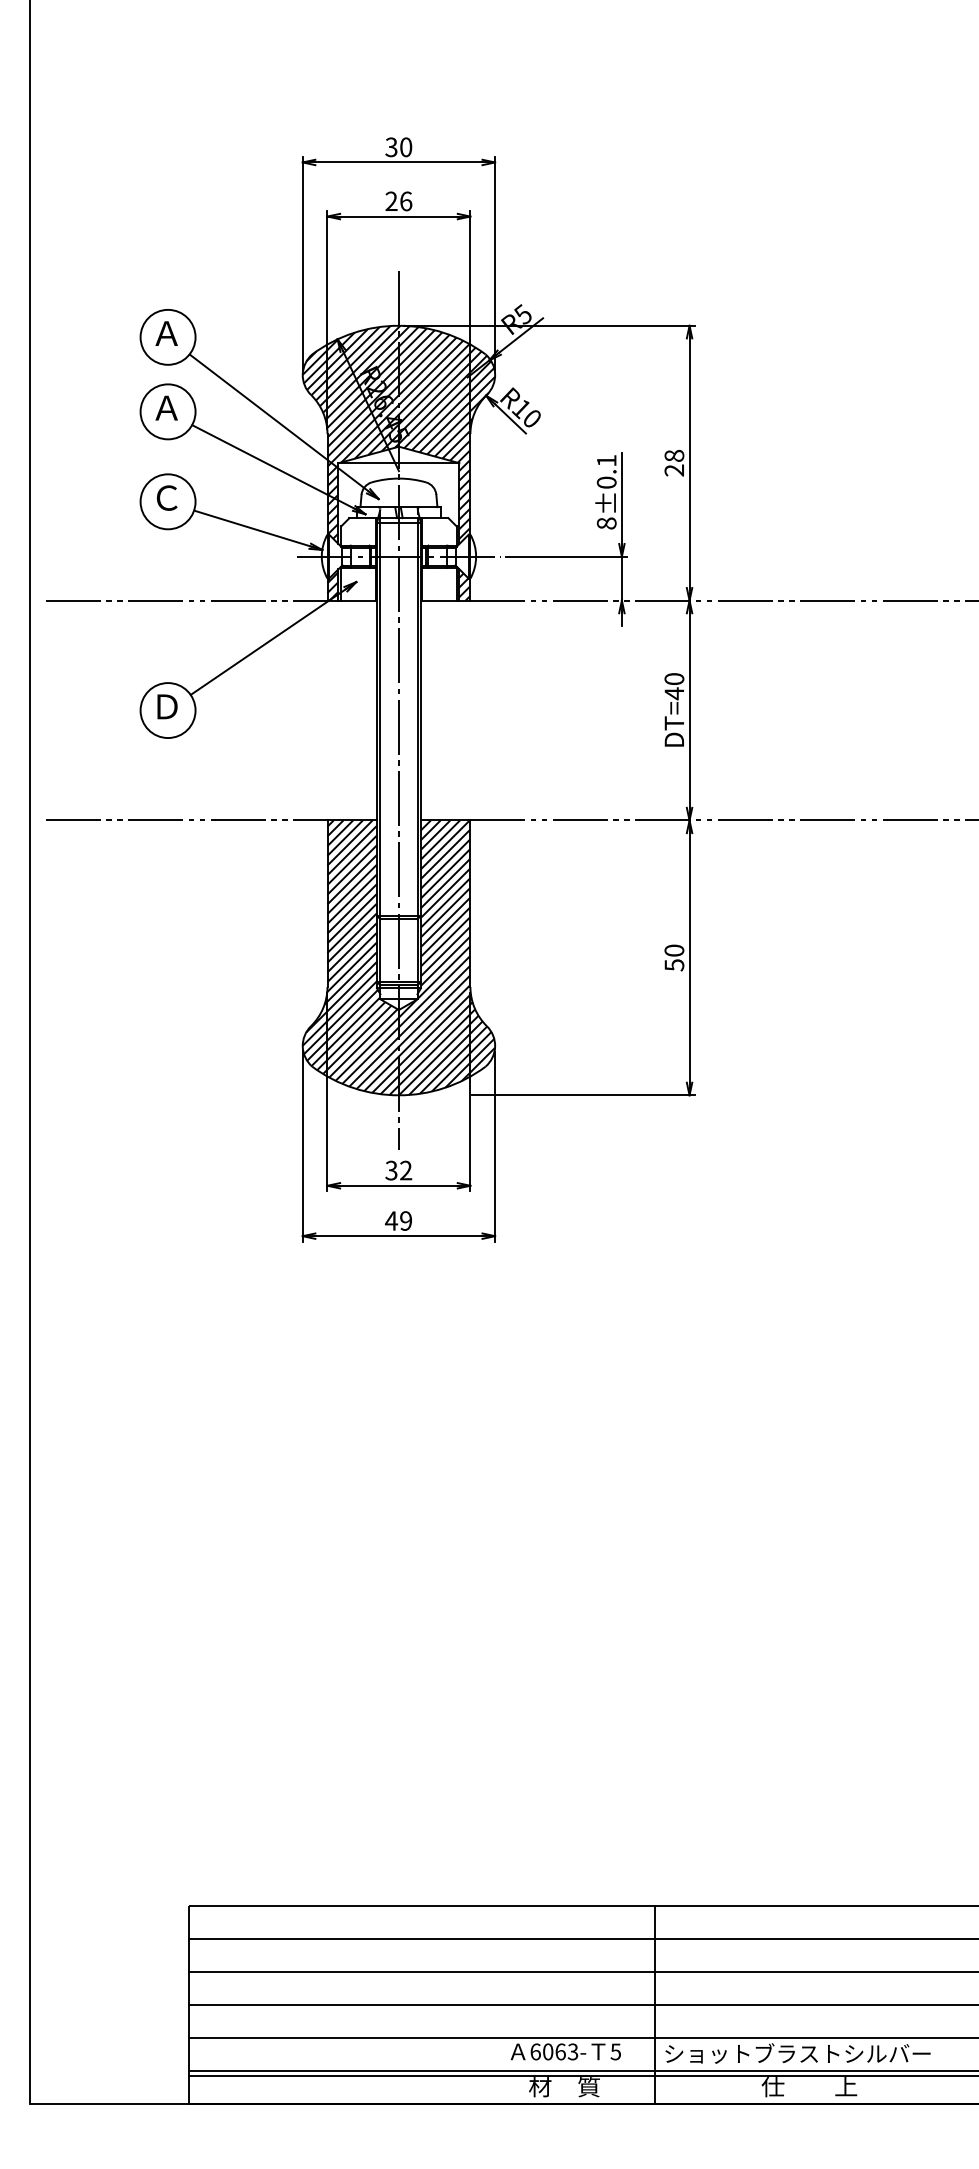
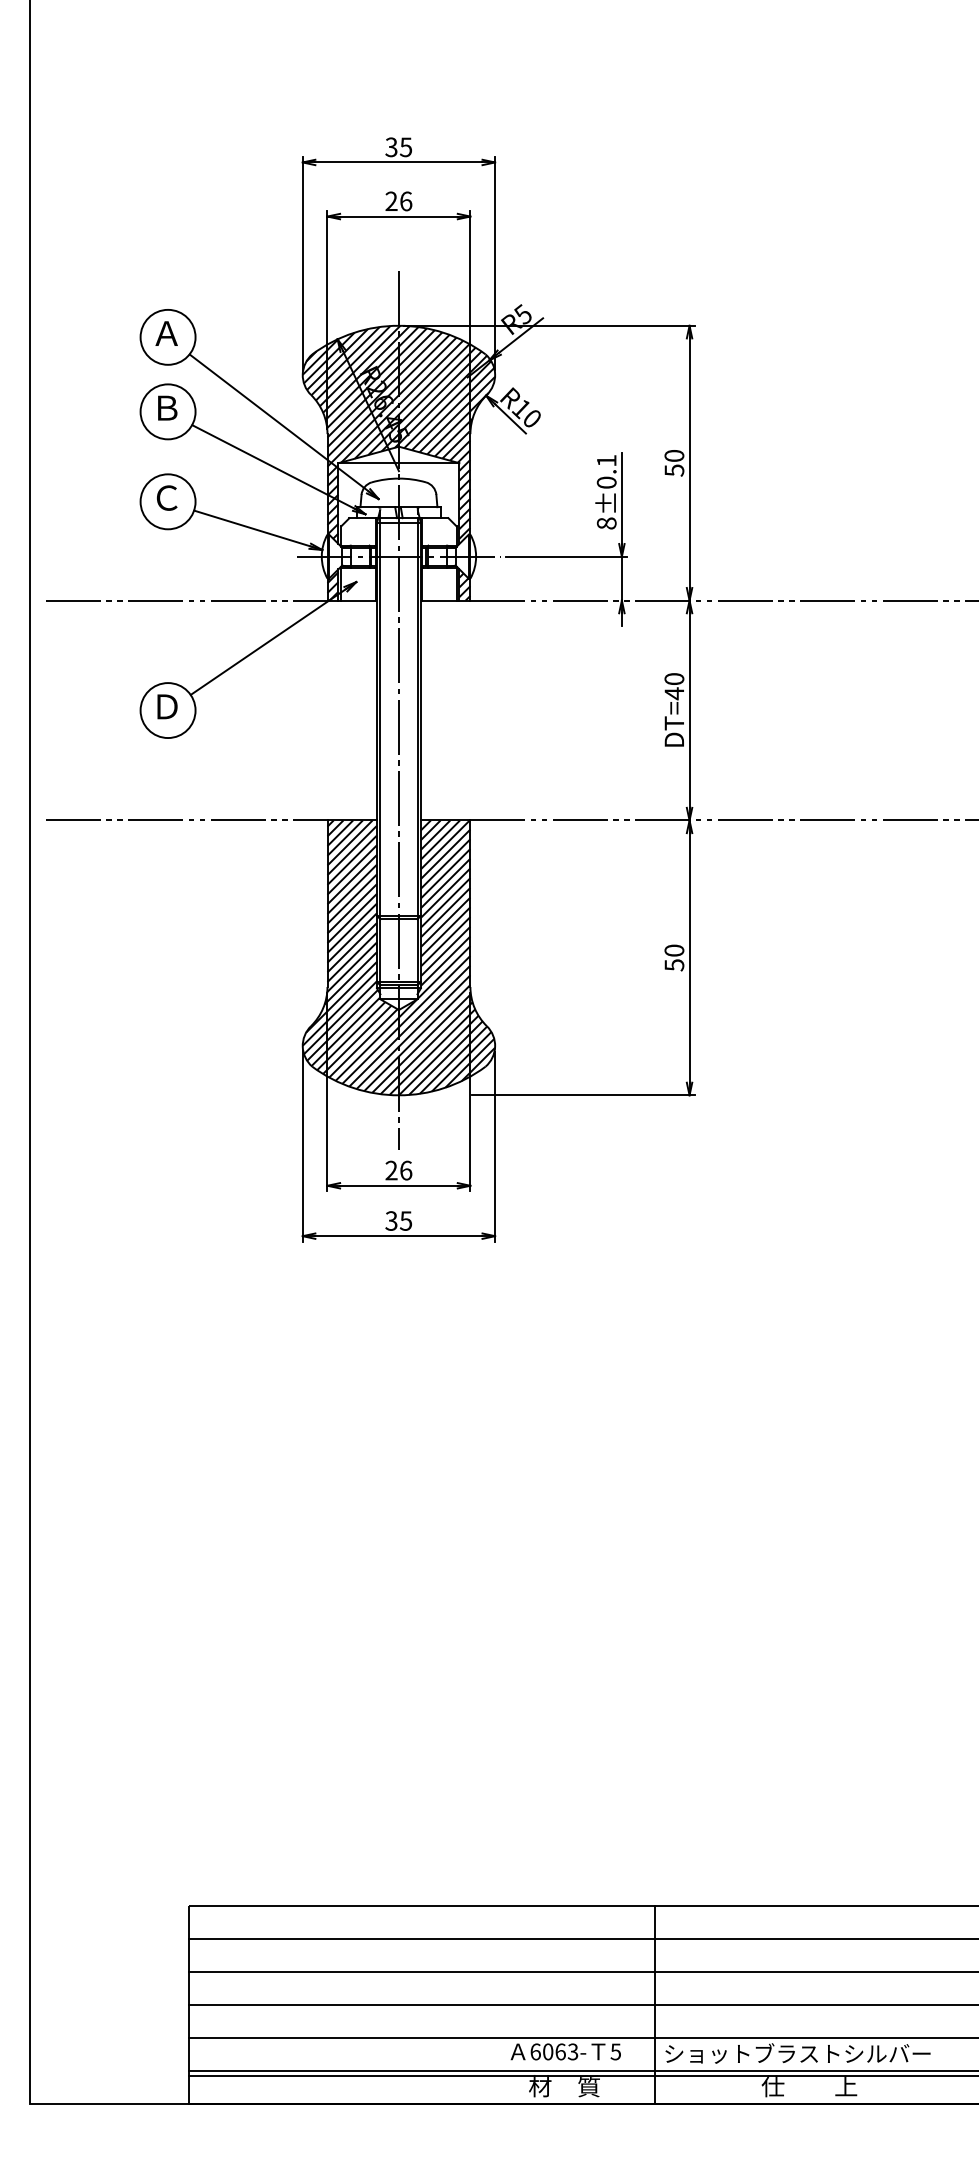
text at (405, 147): 30 -> 35
text at (166, 407): Ａ -> Ｂ
text at (674, 462): 28 -> 50
text at (398, 1170): 32 -> 26
text at (398, 1220): 49 -> 35
